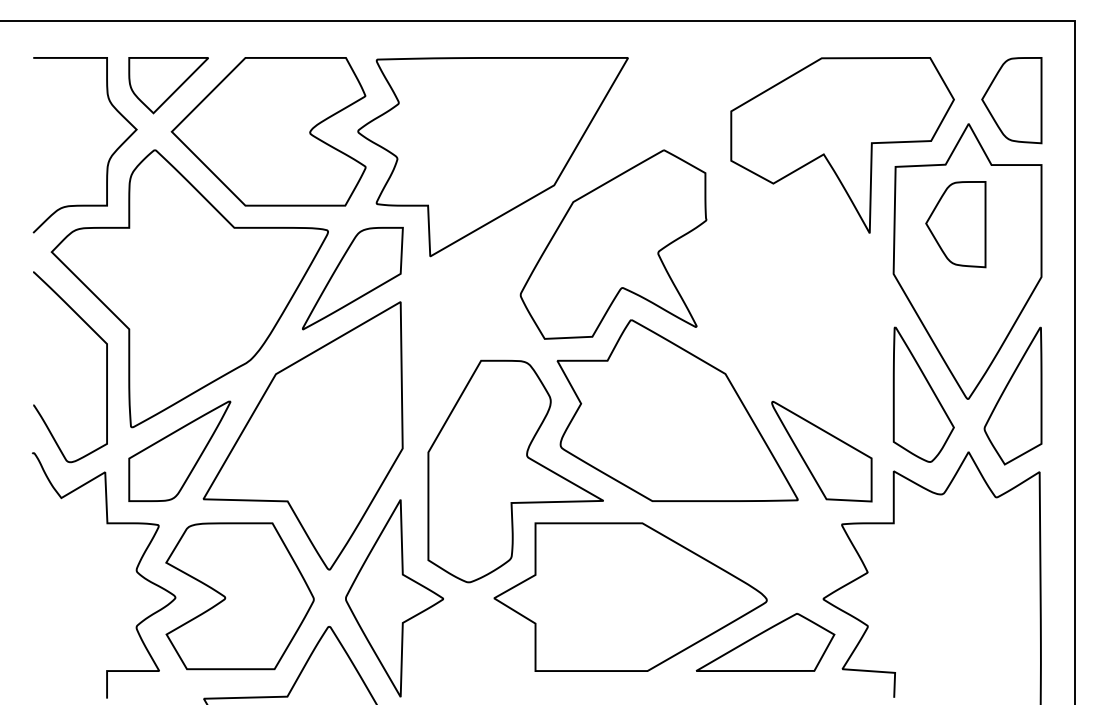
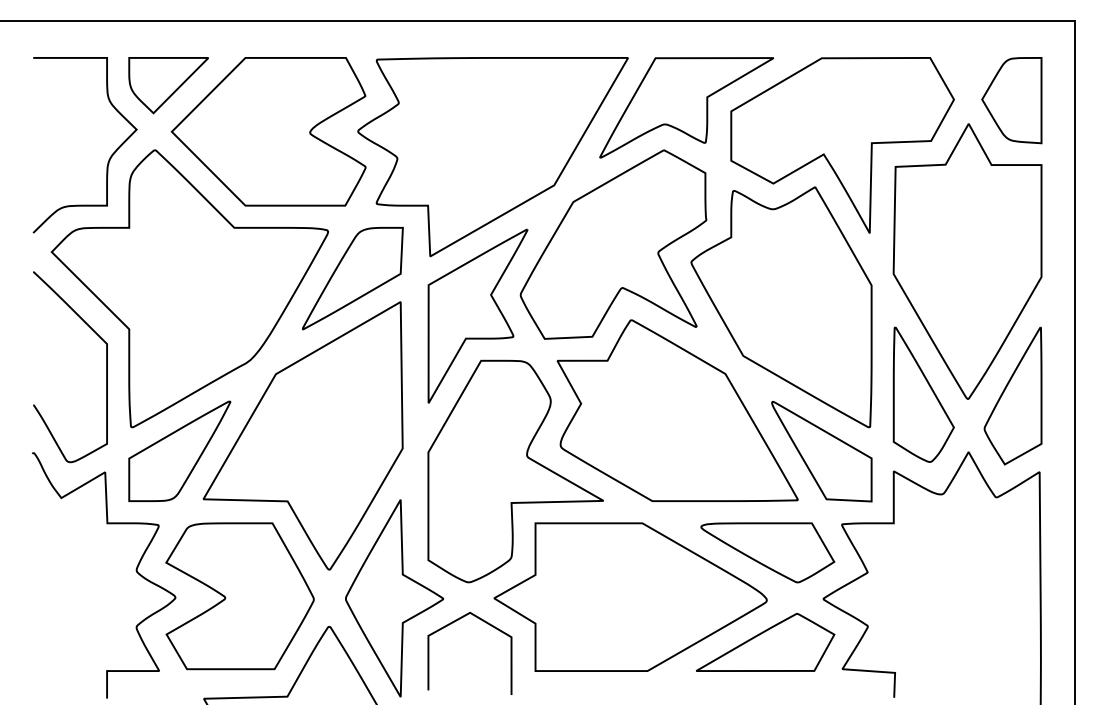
part at (686, 107): none -> present
part at (955, 224): present -> none
part at (781, 307): none -> present
part at (477, 315): none -> present
part at (767, 552): none -> present
curve at (453, 623): none -> present
